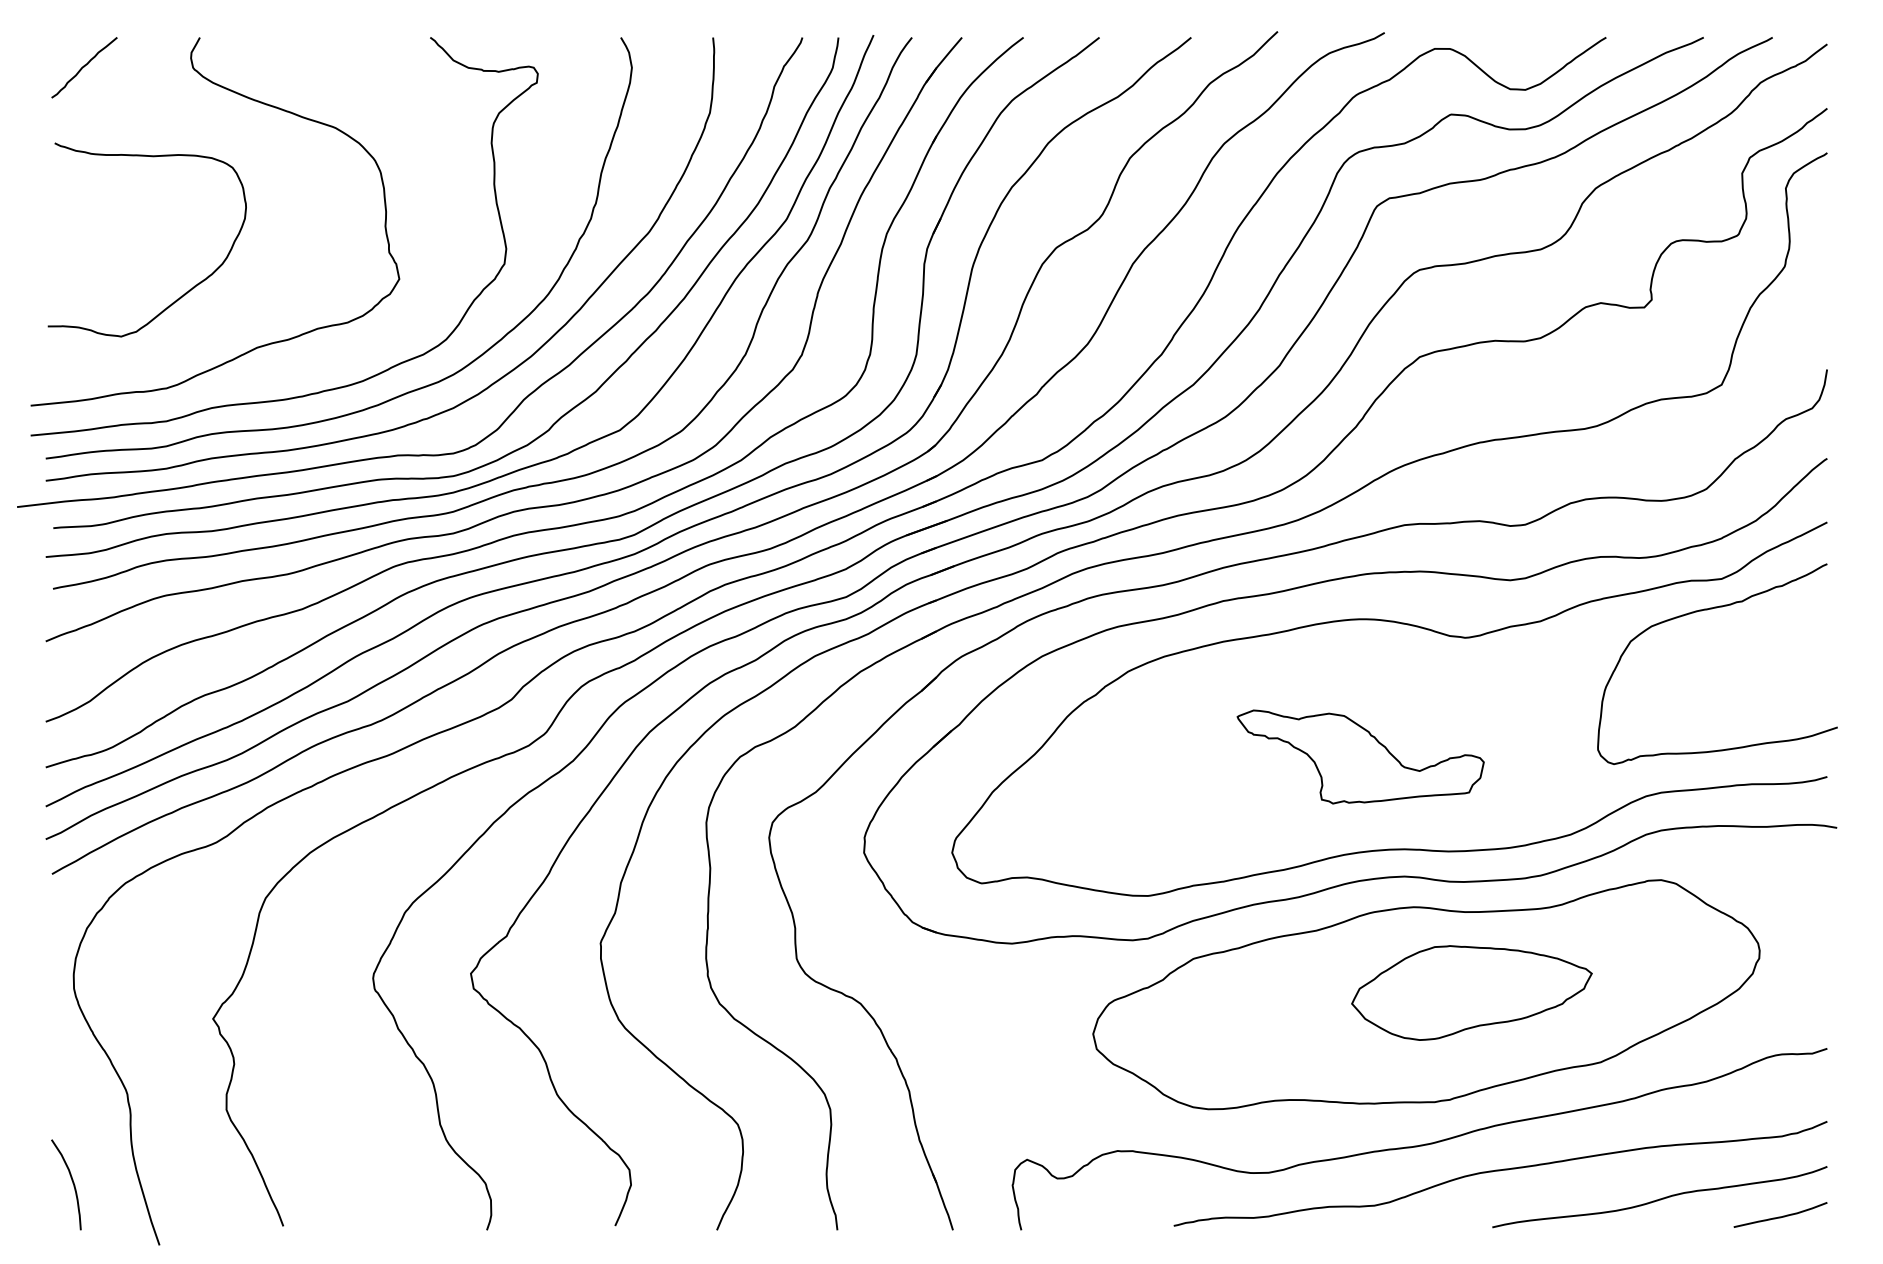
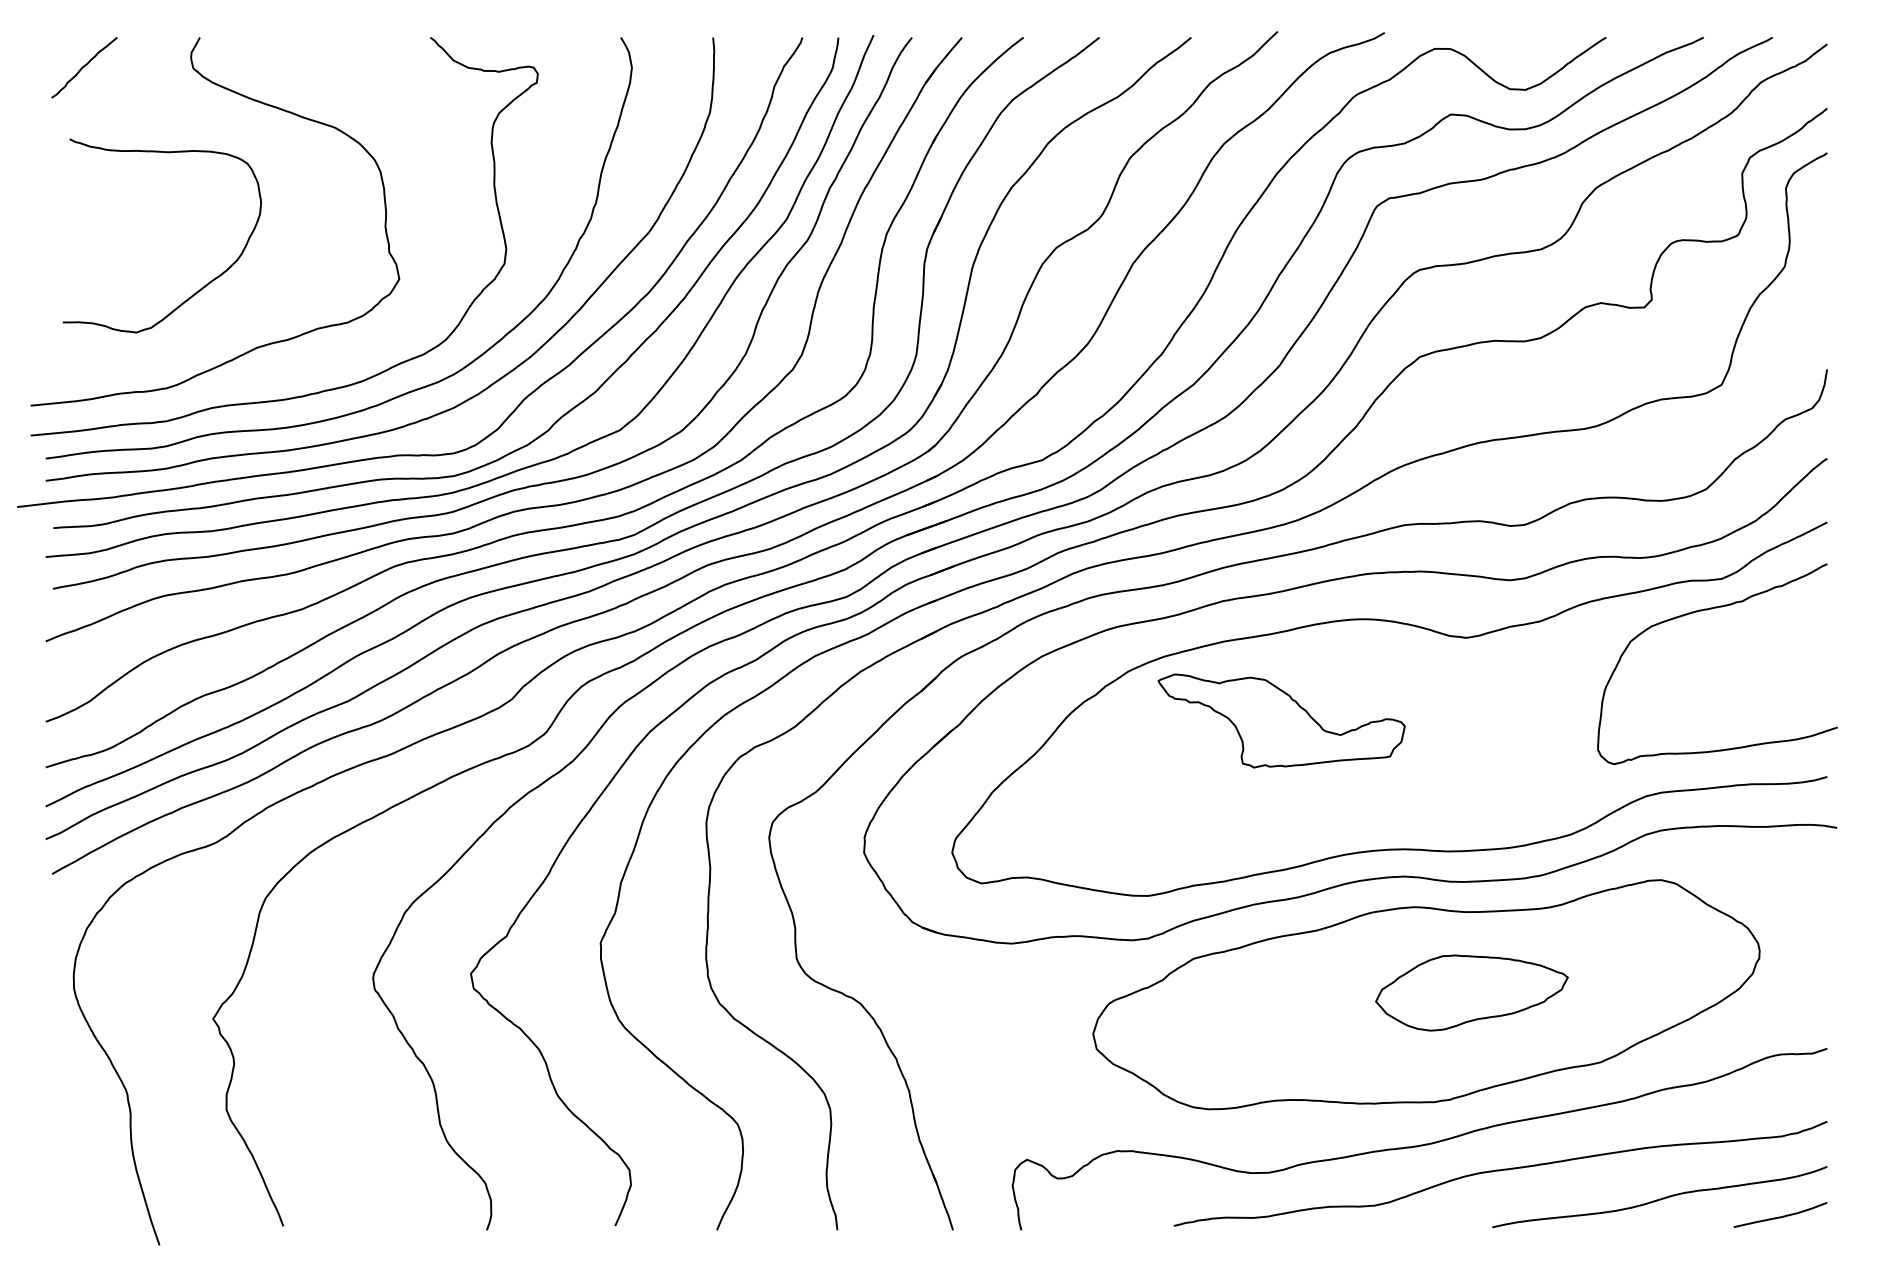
curve at (185, 292) position: (185, 292) -> (200, 288)
part at (1360, 756) position: (1360, 756) -> (1281, 720)
part at (1471, 992) size: 242x96 px -> 194x78 px
curve at (72, 1183): present -> none
